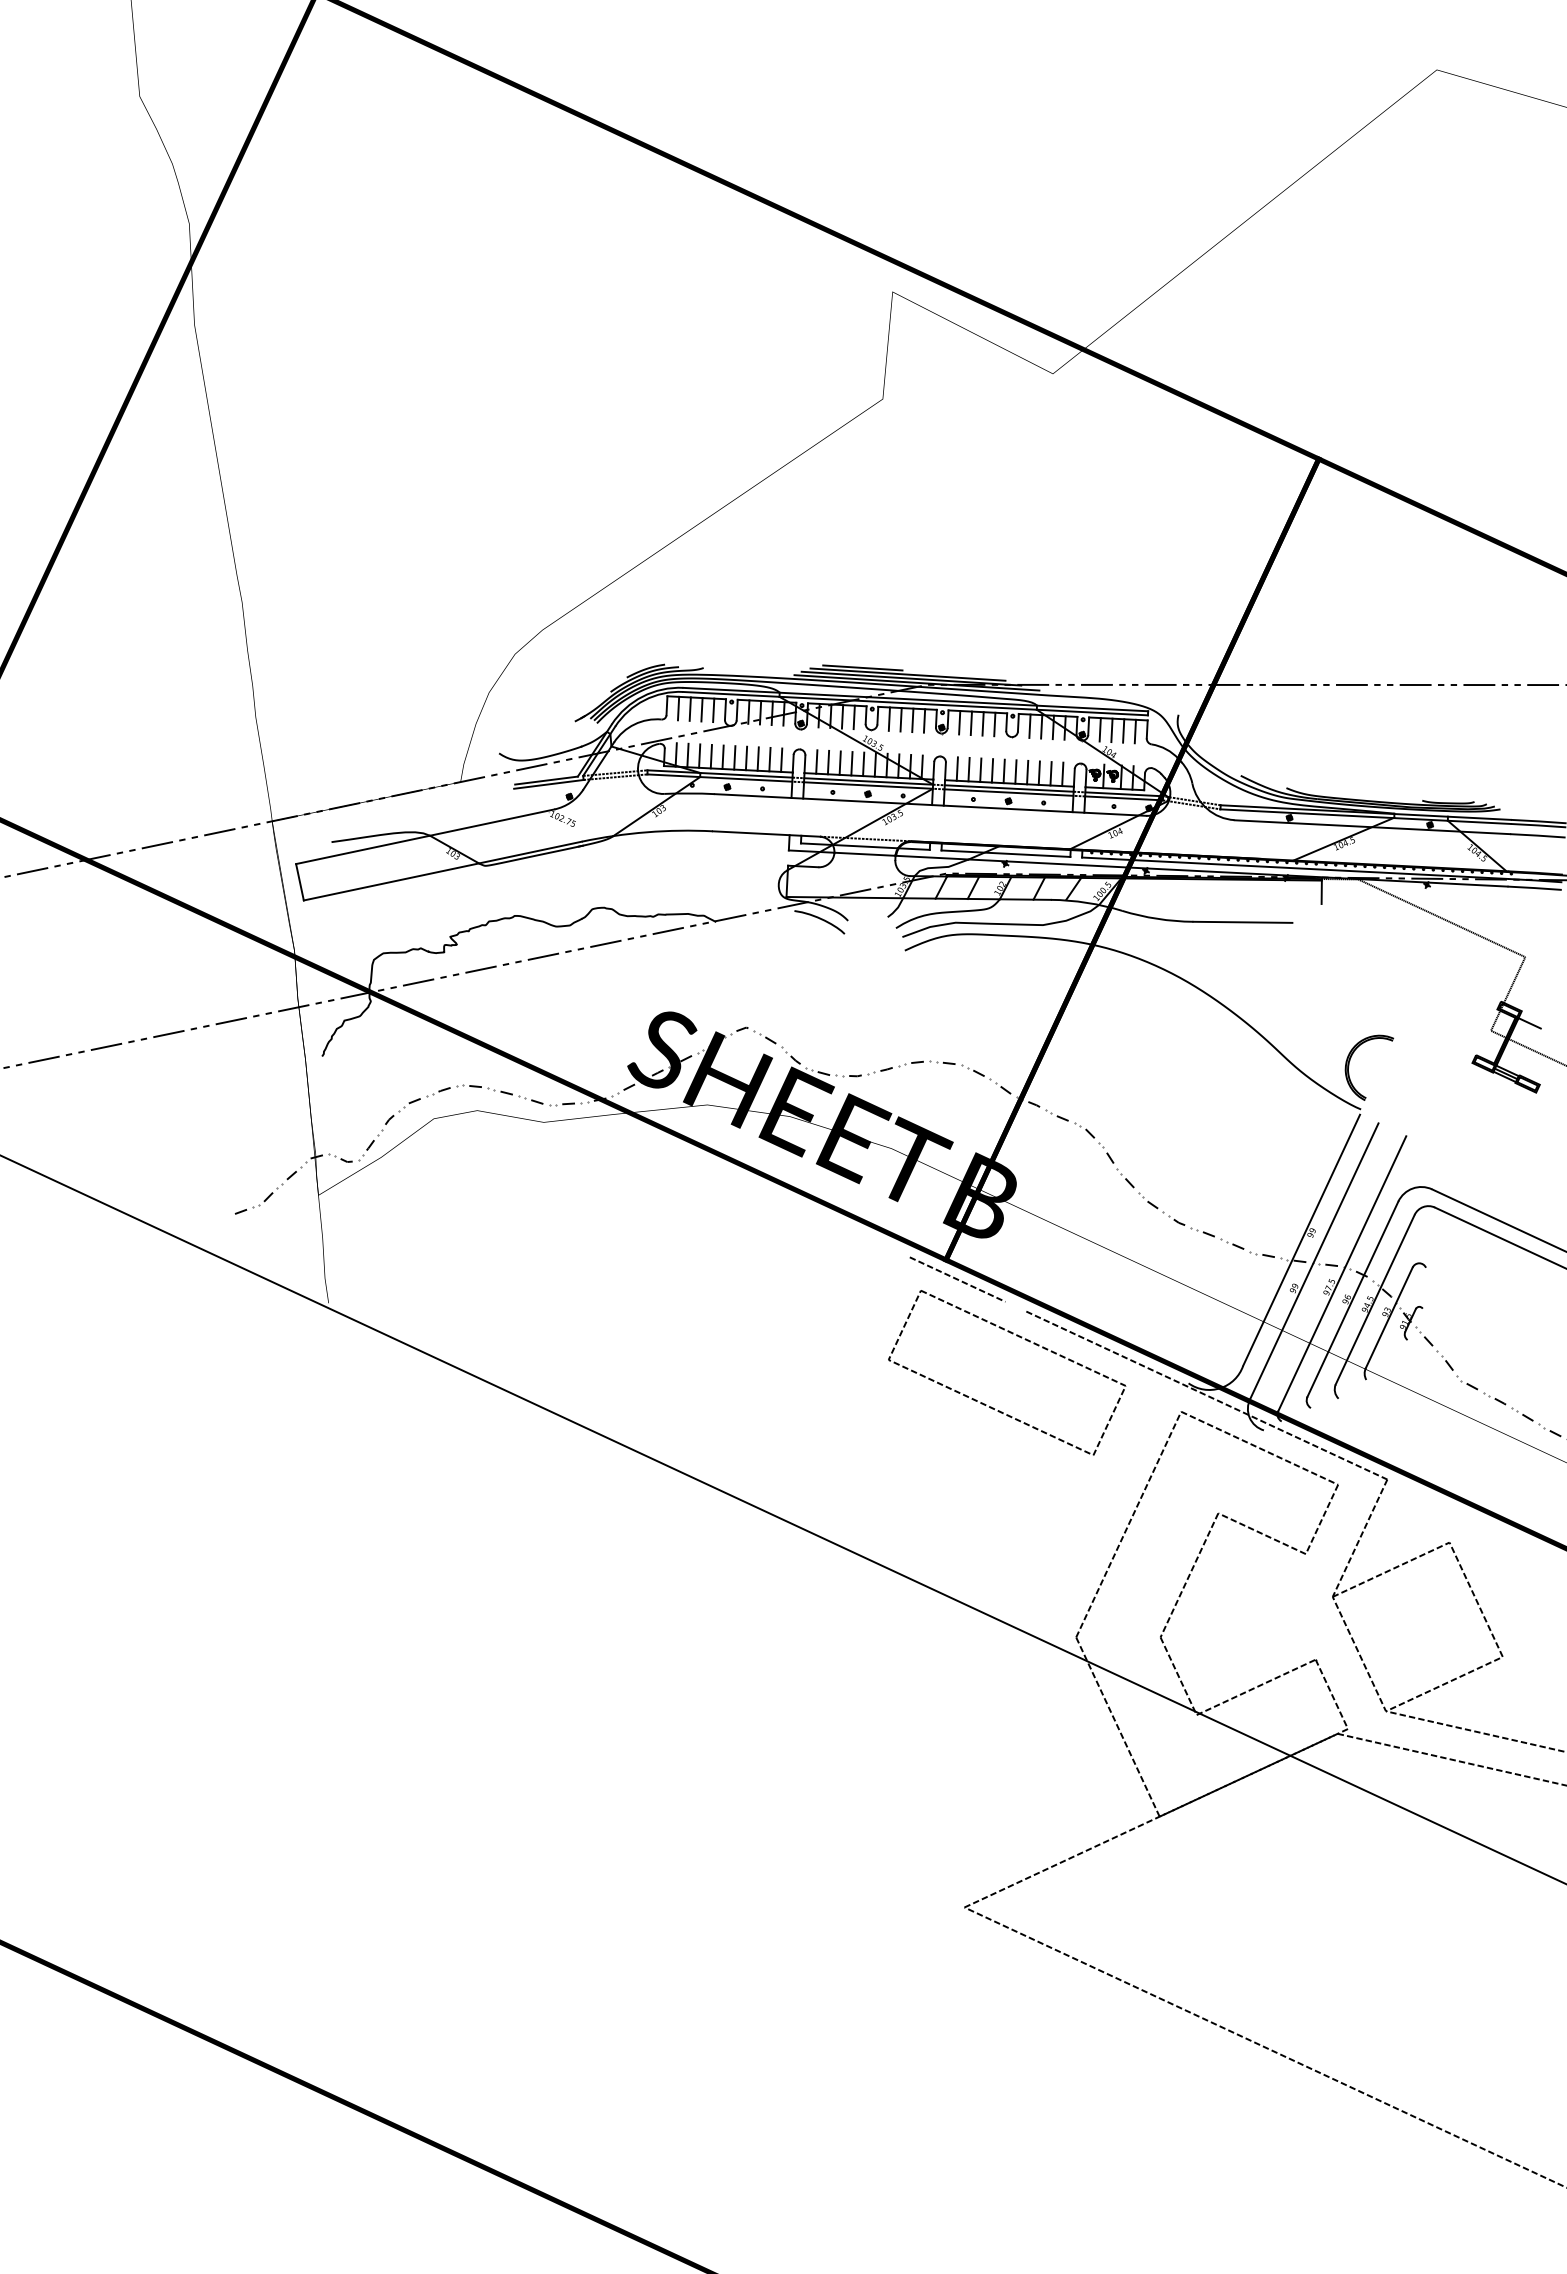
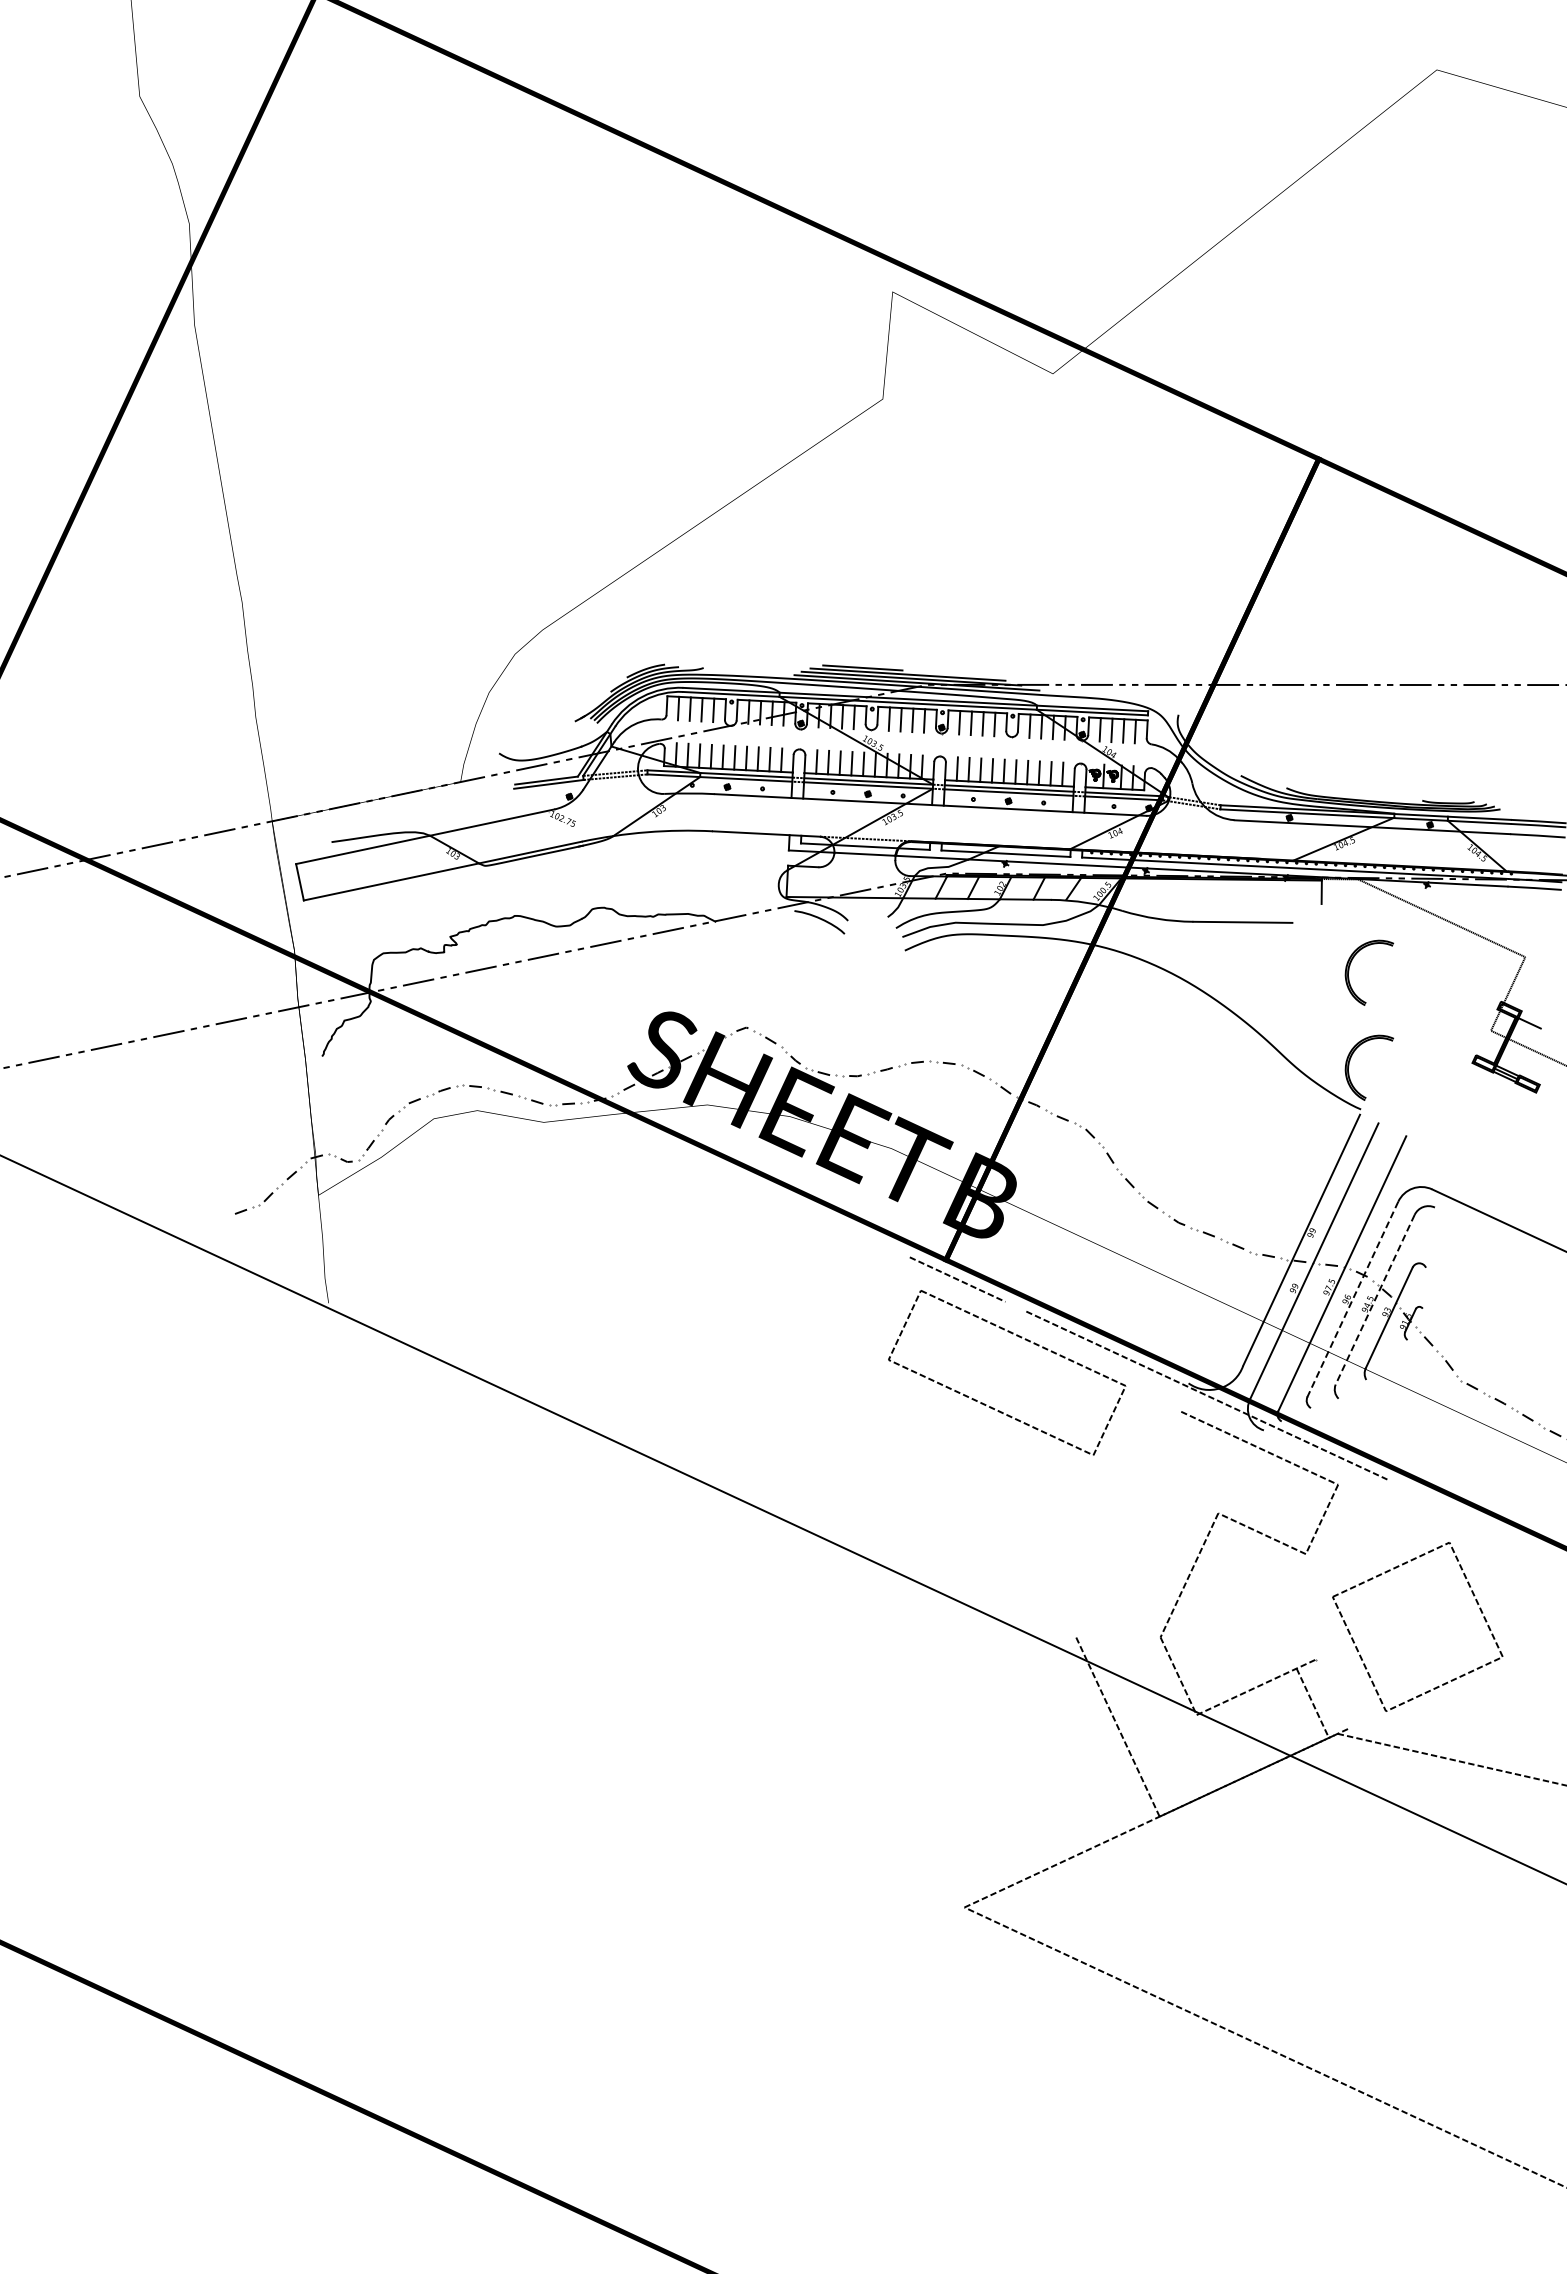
part at (1349, 971): none -> present
line at (1498, 1237): present -> none
line at (1352, 1299): solid -> dashed
line at (1375, 1299): solid -> dashed
line at (1128, 1524): present -> none
line at (1359, 1537): present -> none
line at (1331, 1694) position: (1331, 1694) -> (1312, 1703)
line at (1474, 1731): present -> none
